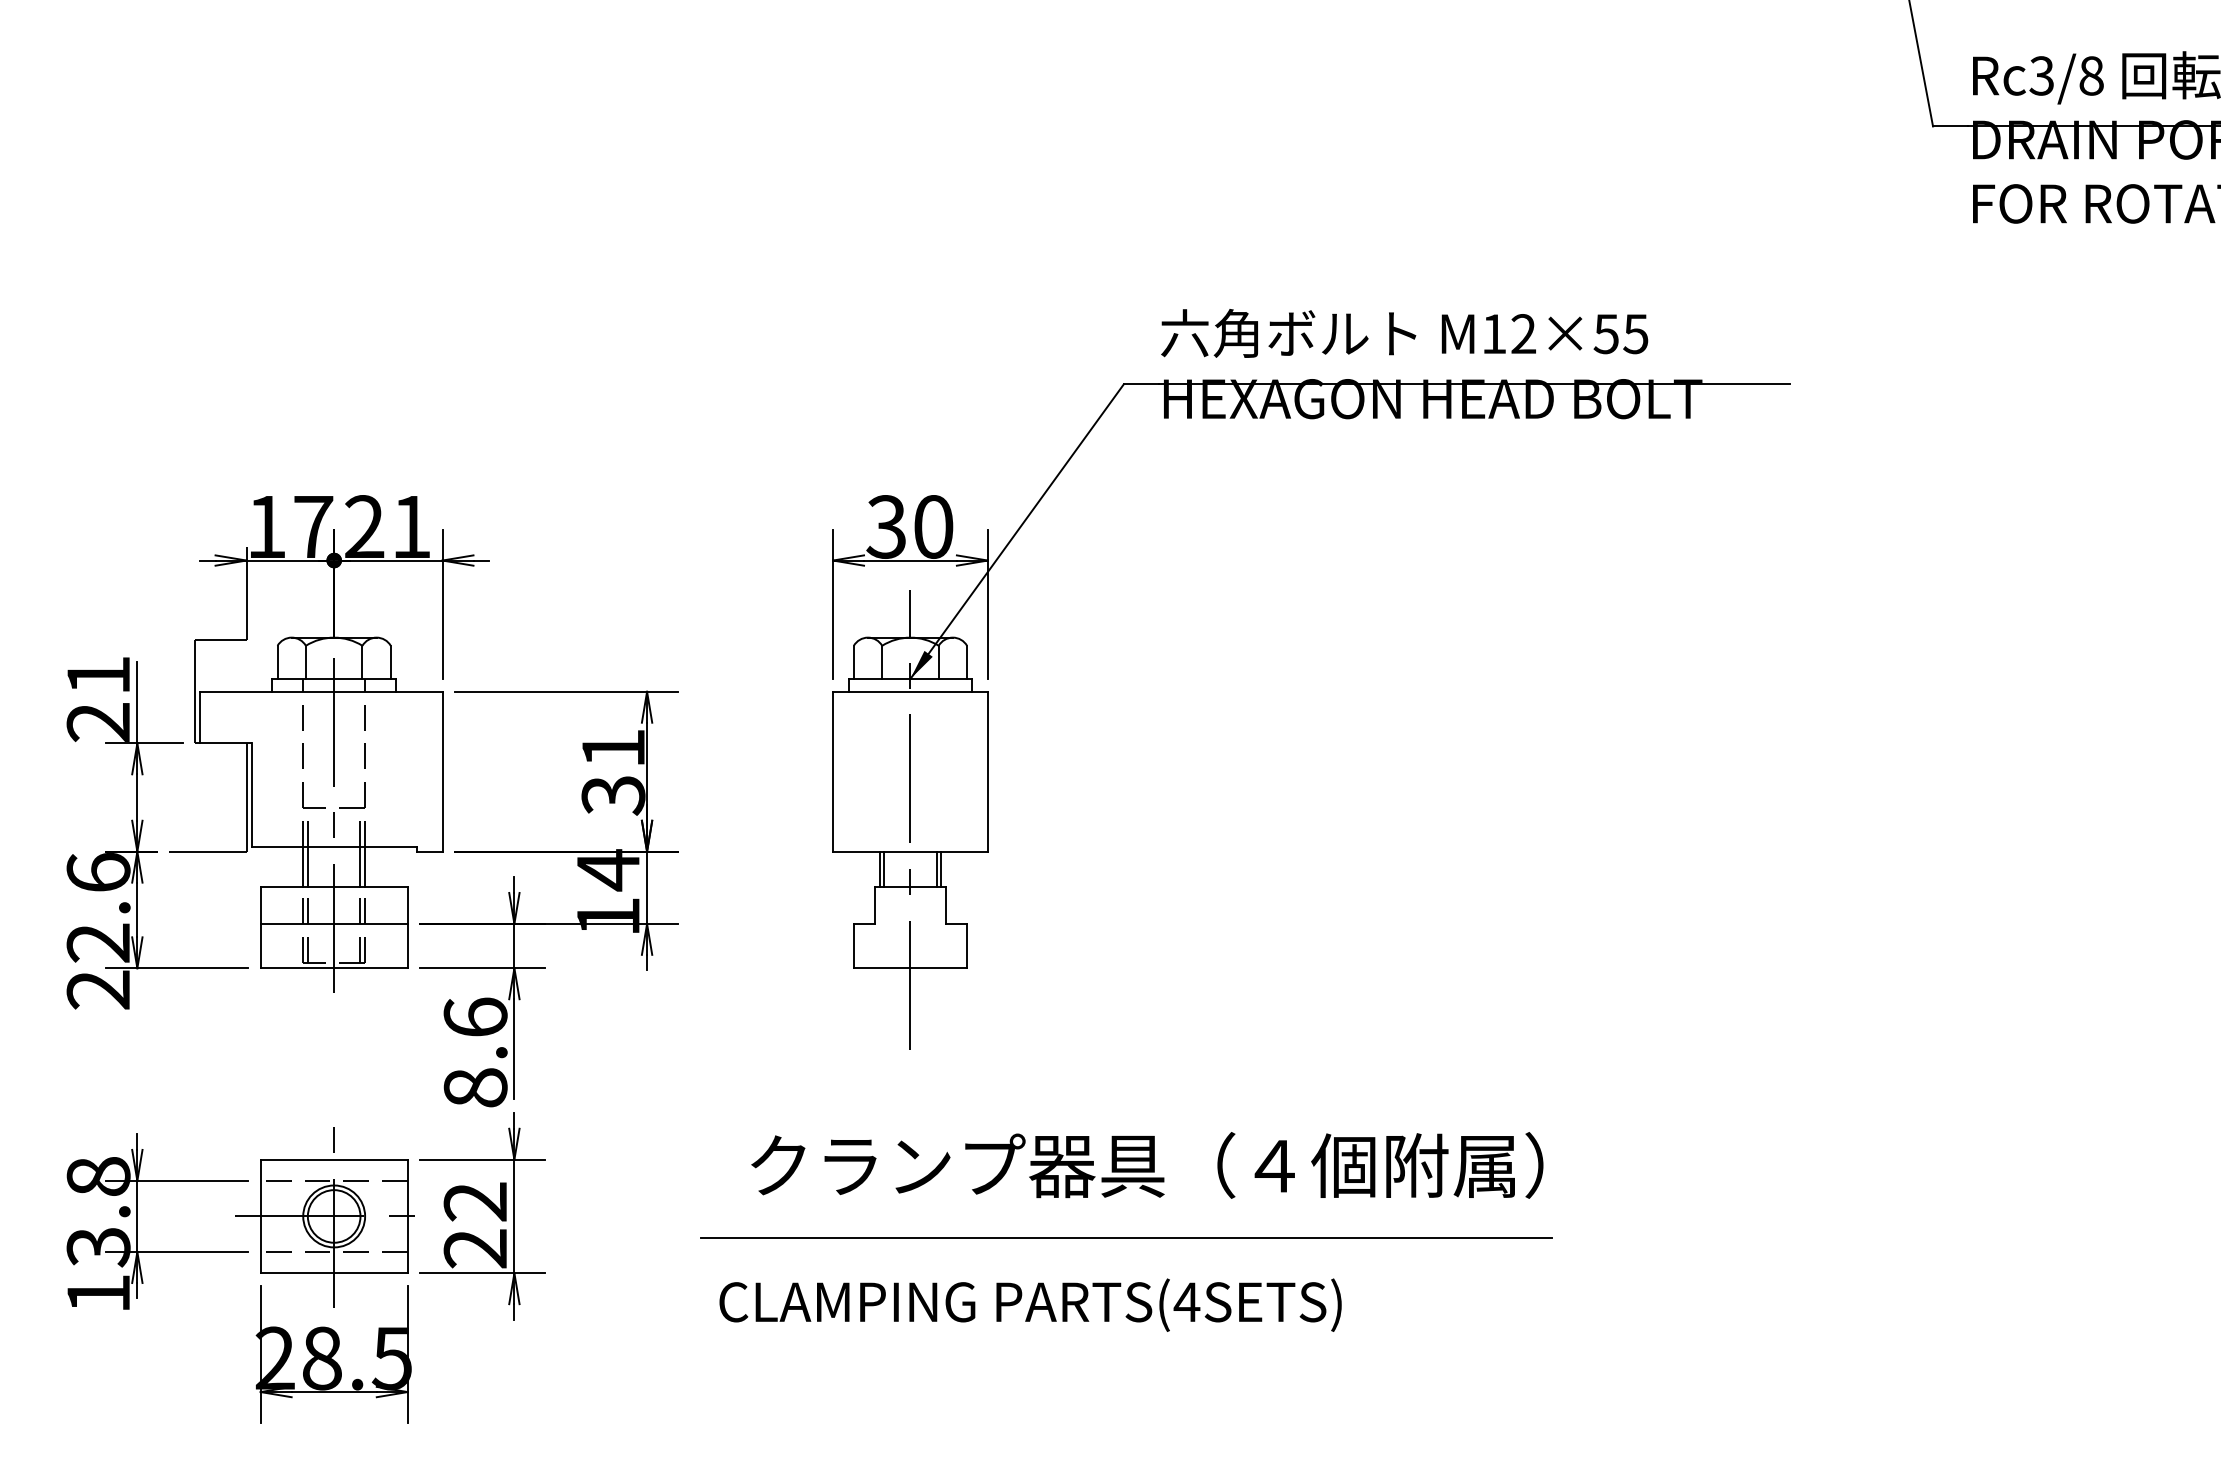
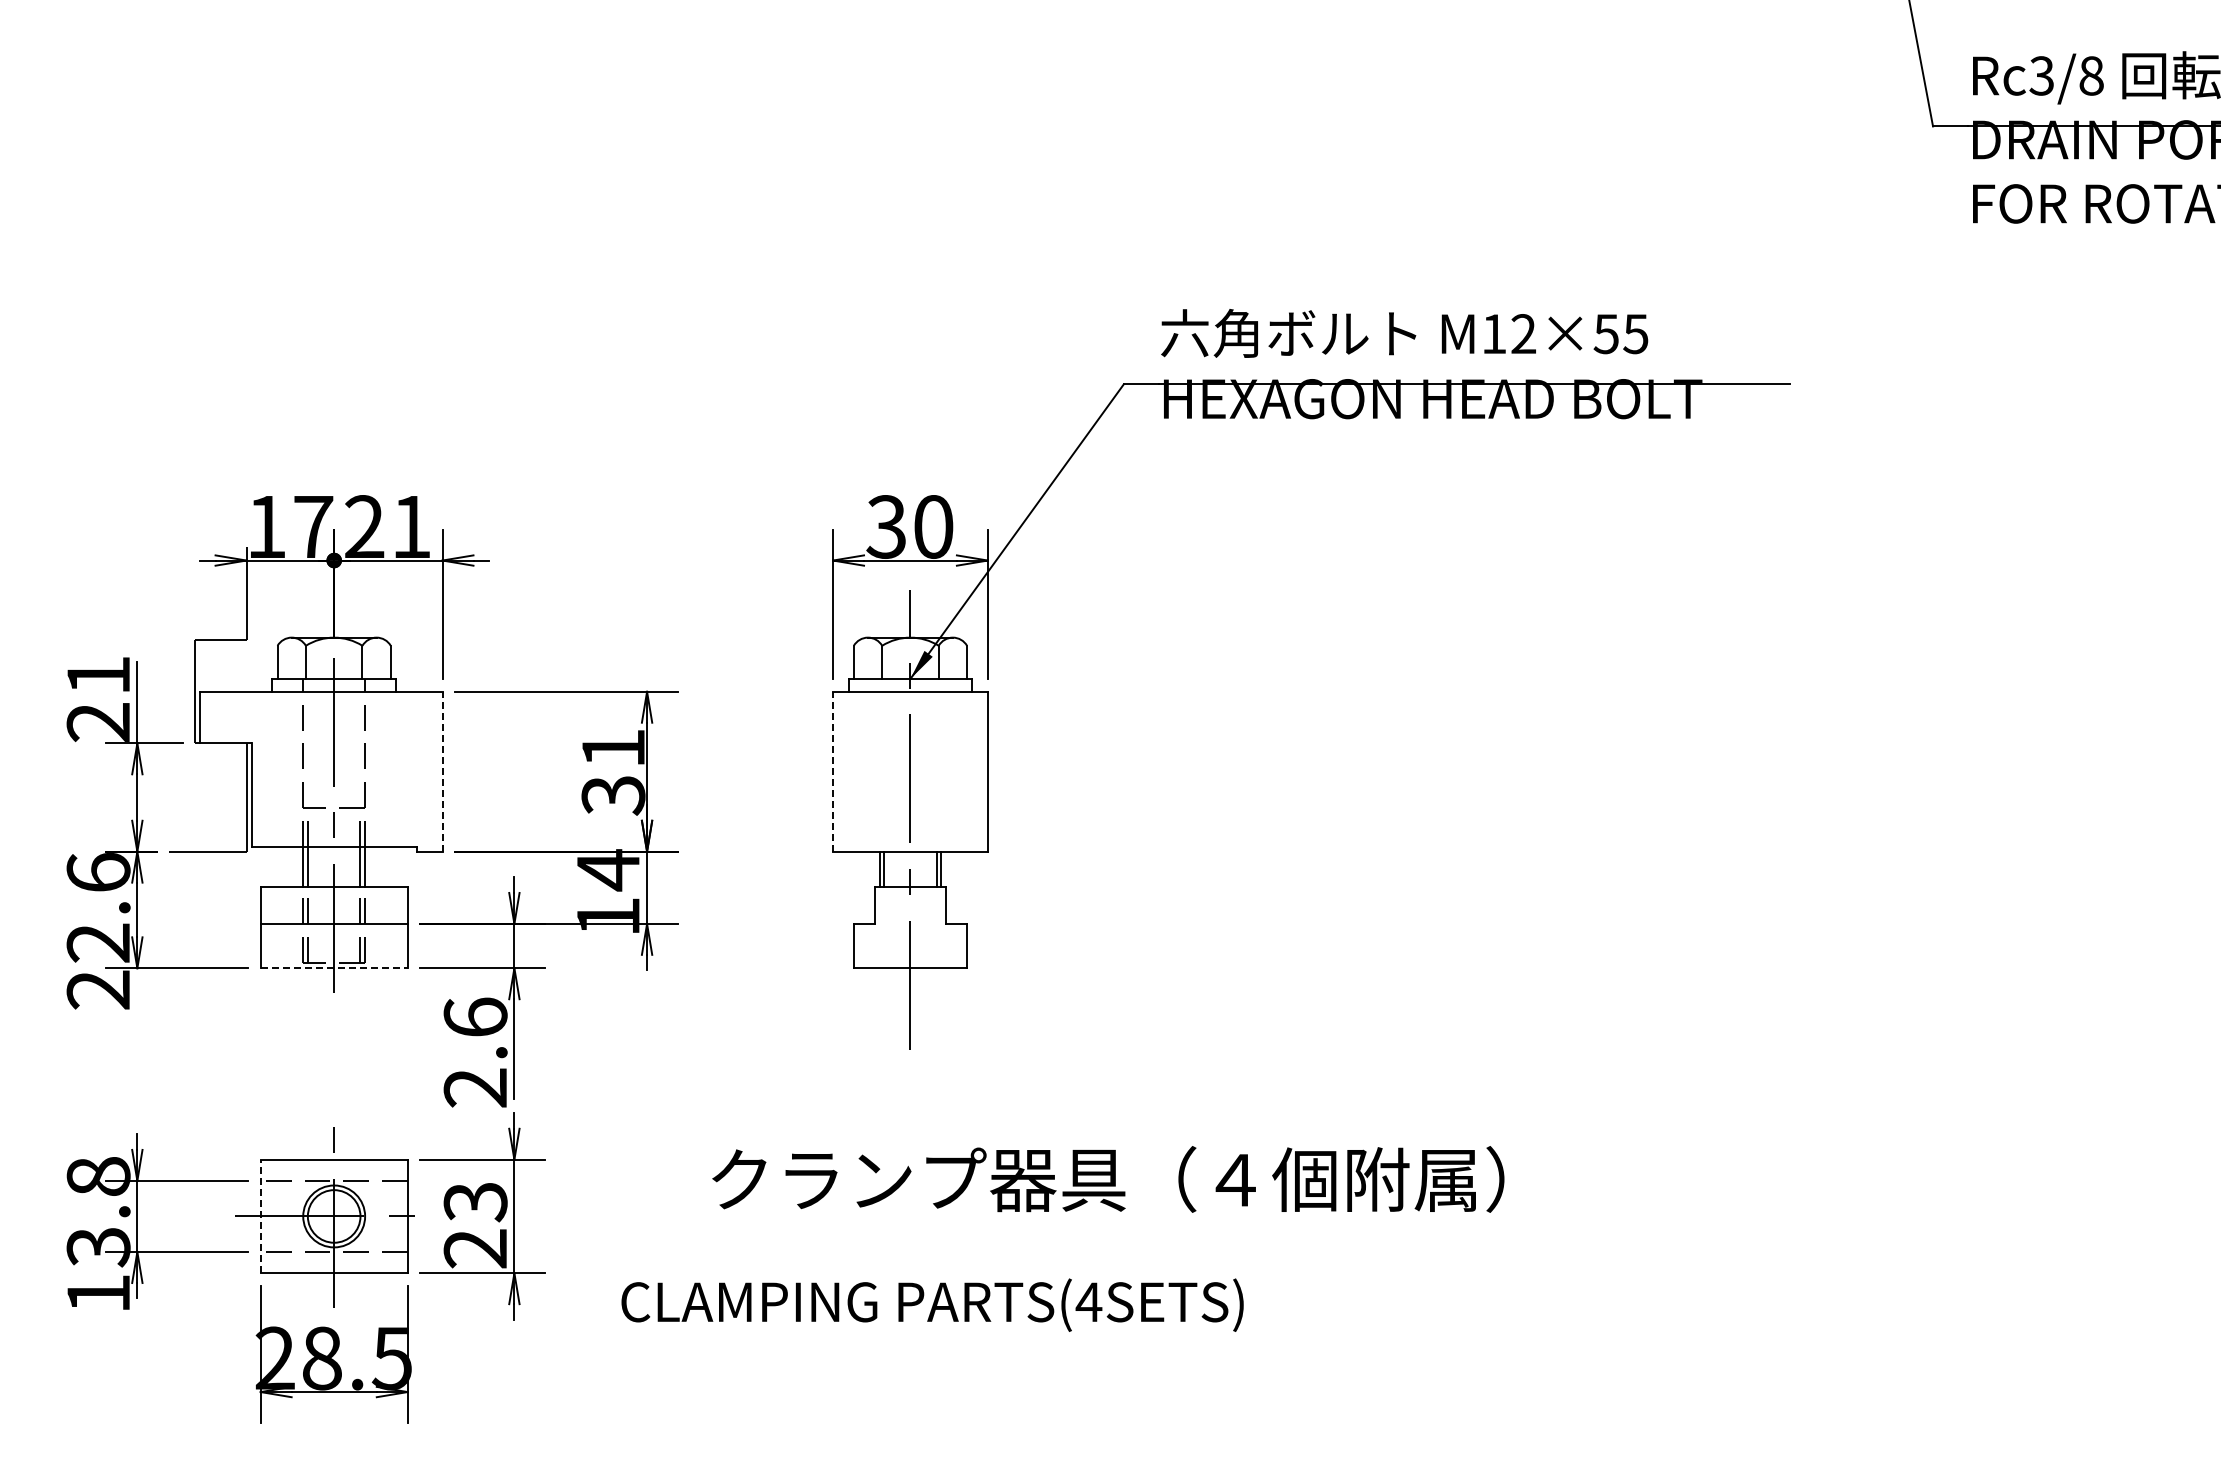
line at (442, 771): solid -> dashed
line at (833, 771): solid -> dashed
line at (334, 968): solid -> dashed
text at (475, 1087): 8.6 -> 2.6
text at (1147, 1165) position: (1147, 1165) -> (1108, 1179)
text at (475, 1202): 22 -> 23
line at (260, 1216): solid -> dashed
line at (1125, 1237): present -> none
text at (1030, 1304) position: (1030, 1304) -> (932, 1304)
